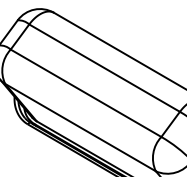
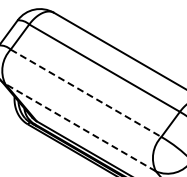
line at (86, 93): solid -> dashed
line at (80, 127): solid -> dashed
